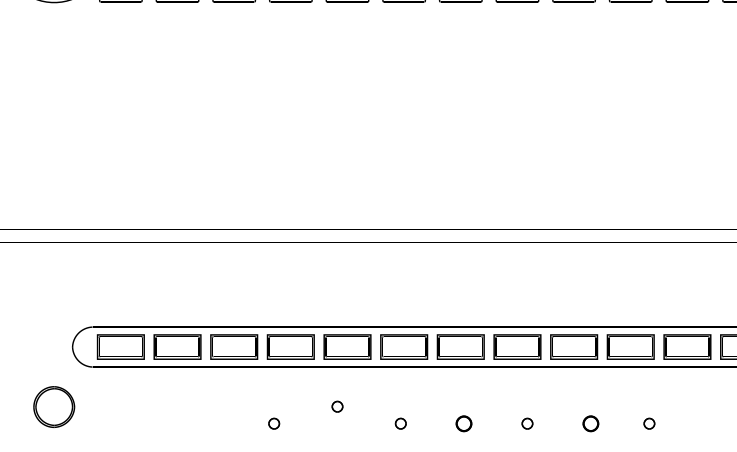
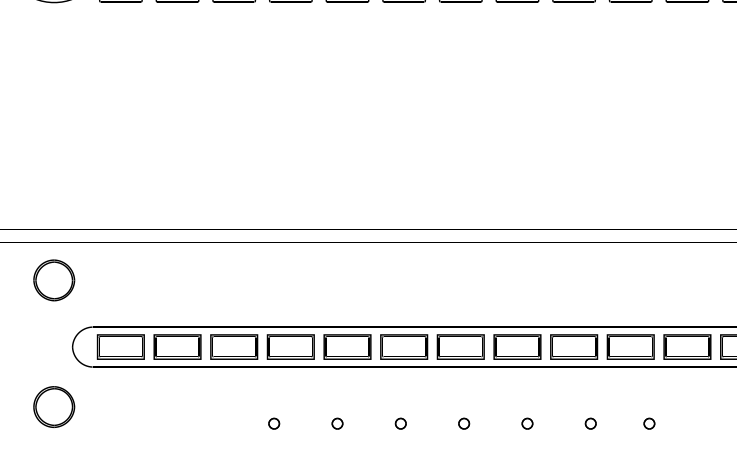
part at (54, 280): none -> present
part at (337, 406) position: (337, 406) -> (337, 423)
part at (463, 423) size: 18x18 px -> 13x13 px
part at (590, 423) size: 18x18 px -> 13x13 px
